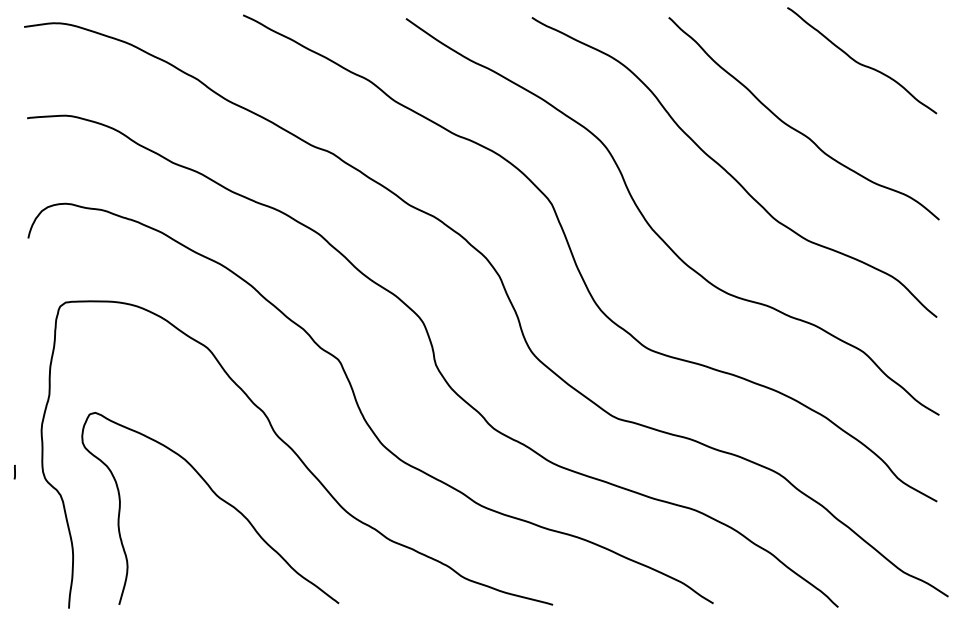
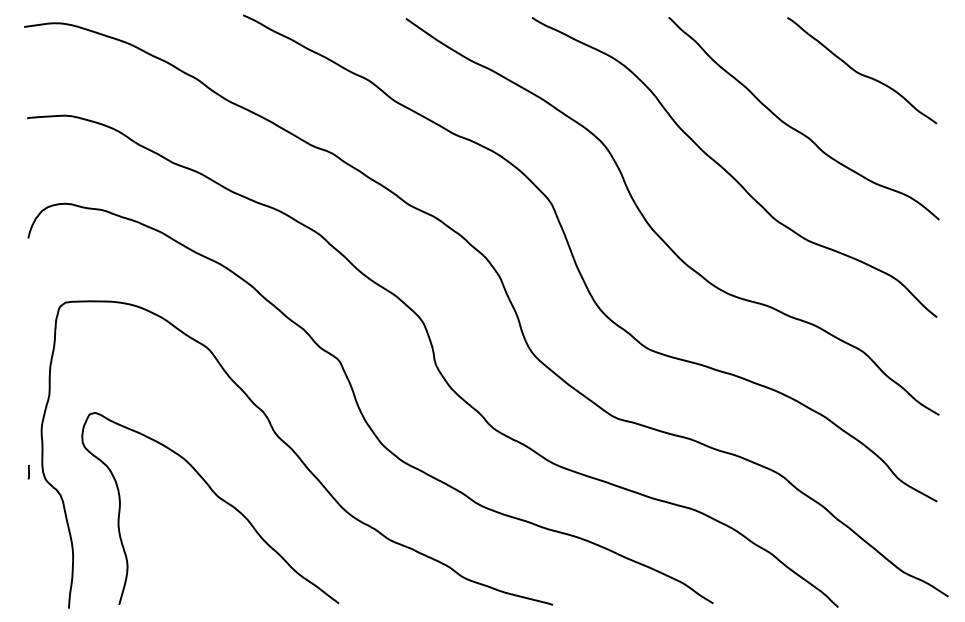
curve at (861, 63) position: (861, 63) -> (861, 73)
line at (14, 472) position: (14, 472) -> (28, 472)
